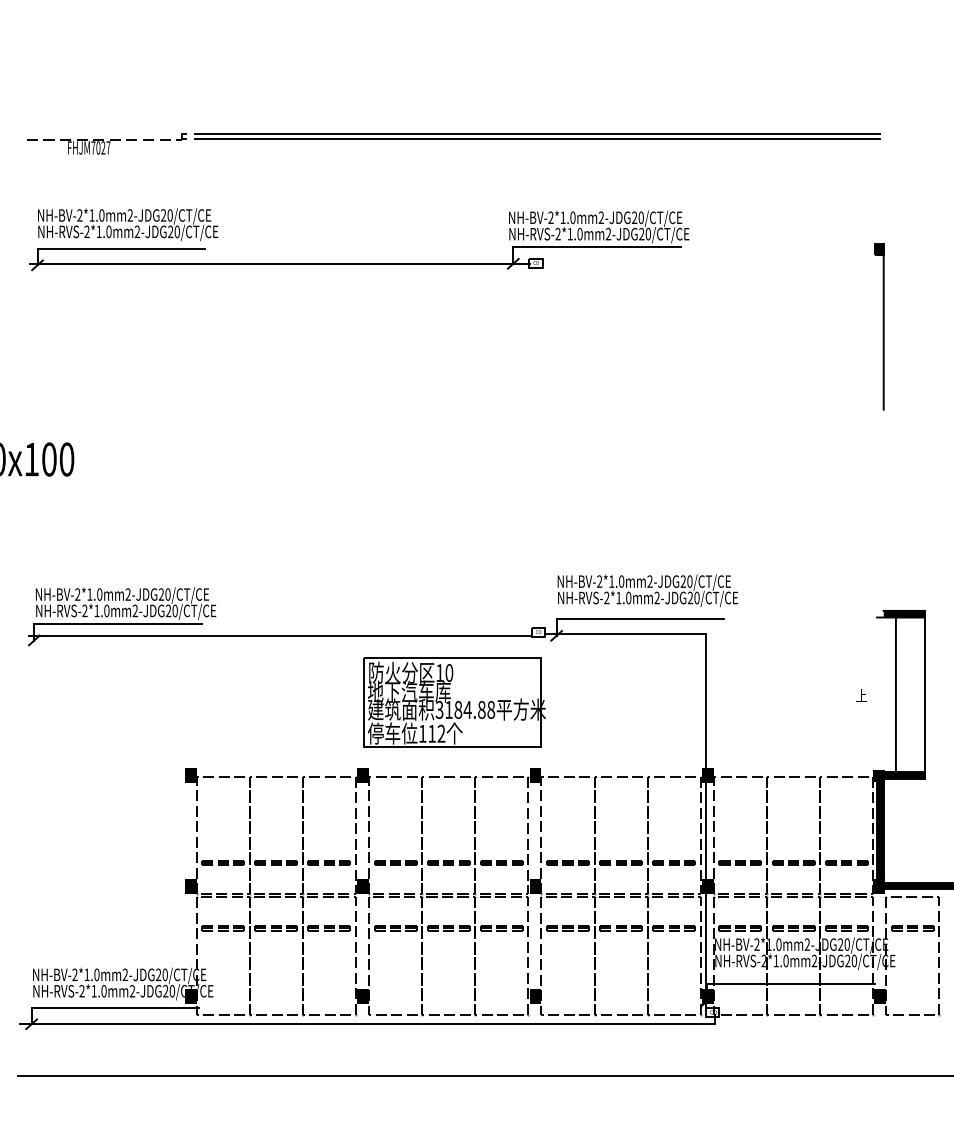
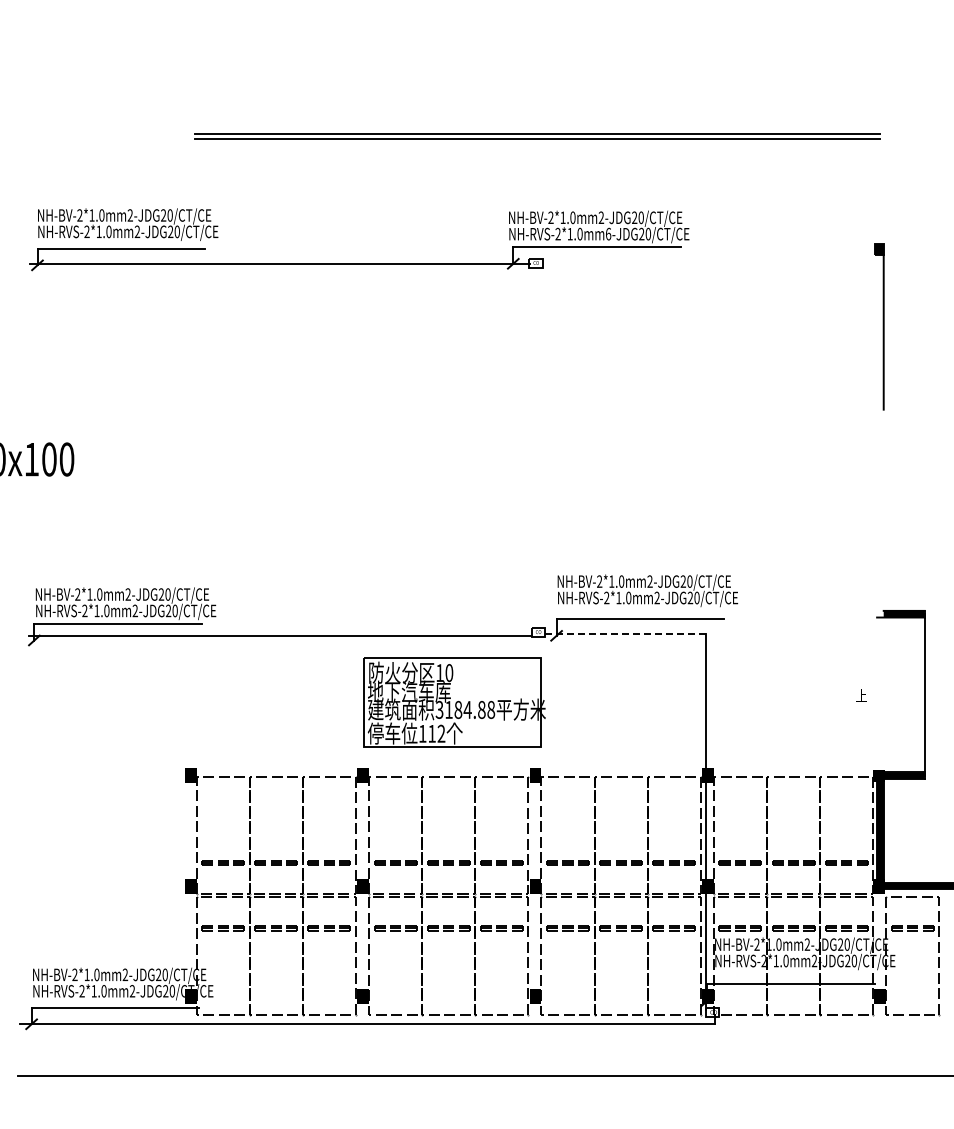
part at (106, 143): present -> none
text at (608, 233): NH-RVS-2*1.0mm2-JDG20/CT/CE -> NH-RVS-2*1.0mm6-JDG20/CT/CE
line at (626, 634): solid -> dashed
line at (895, 694): present -> none
